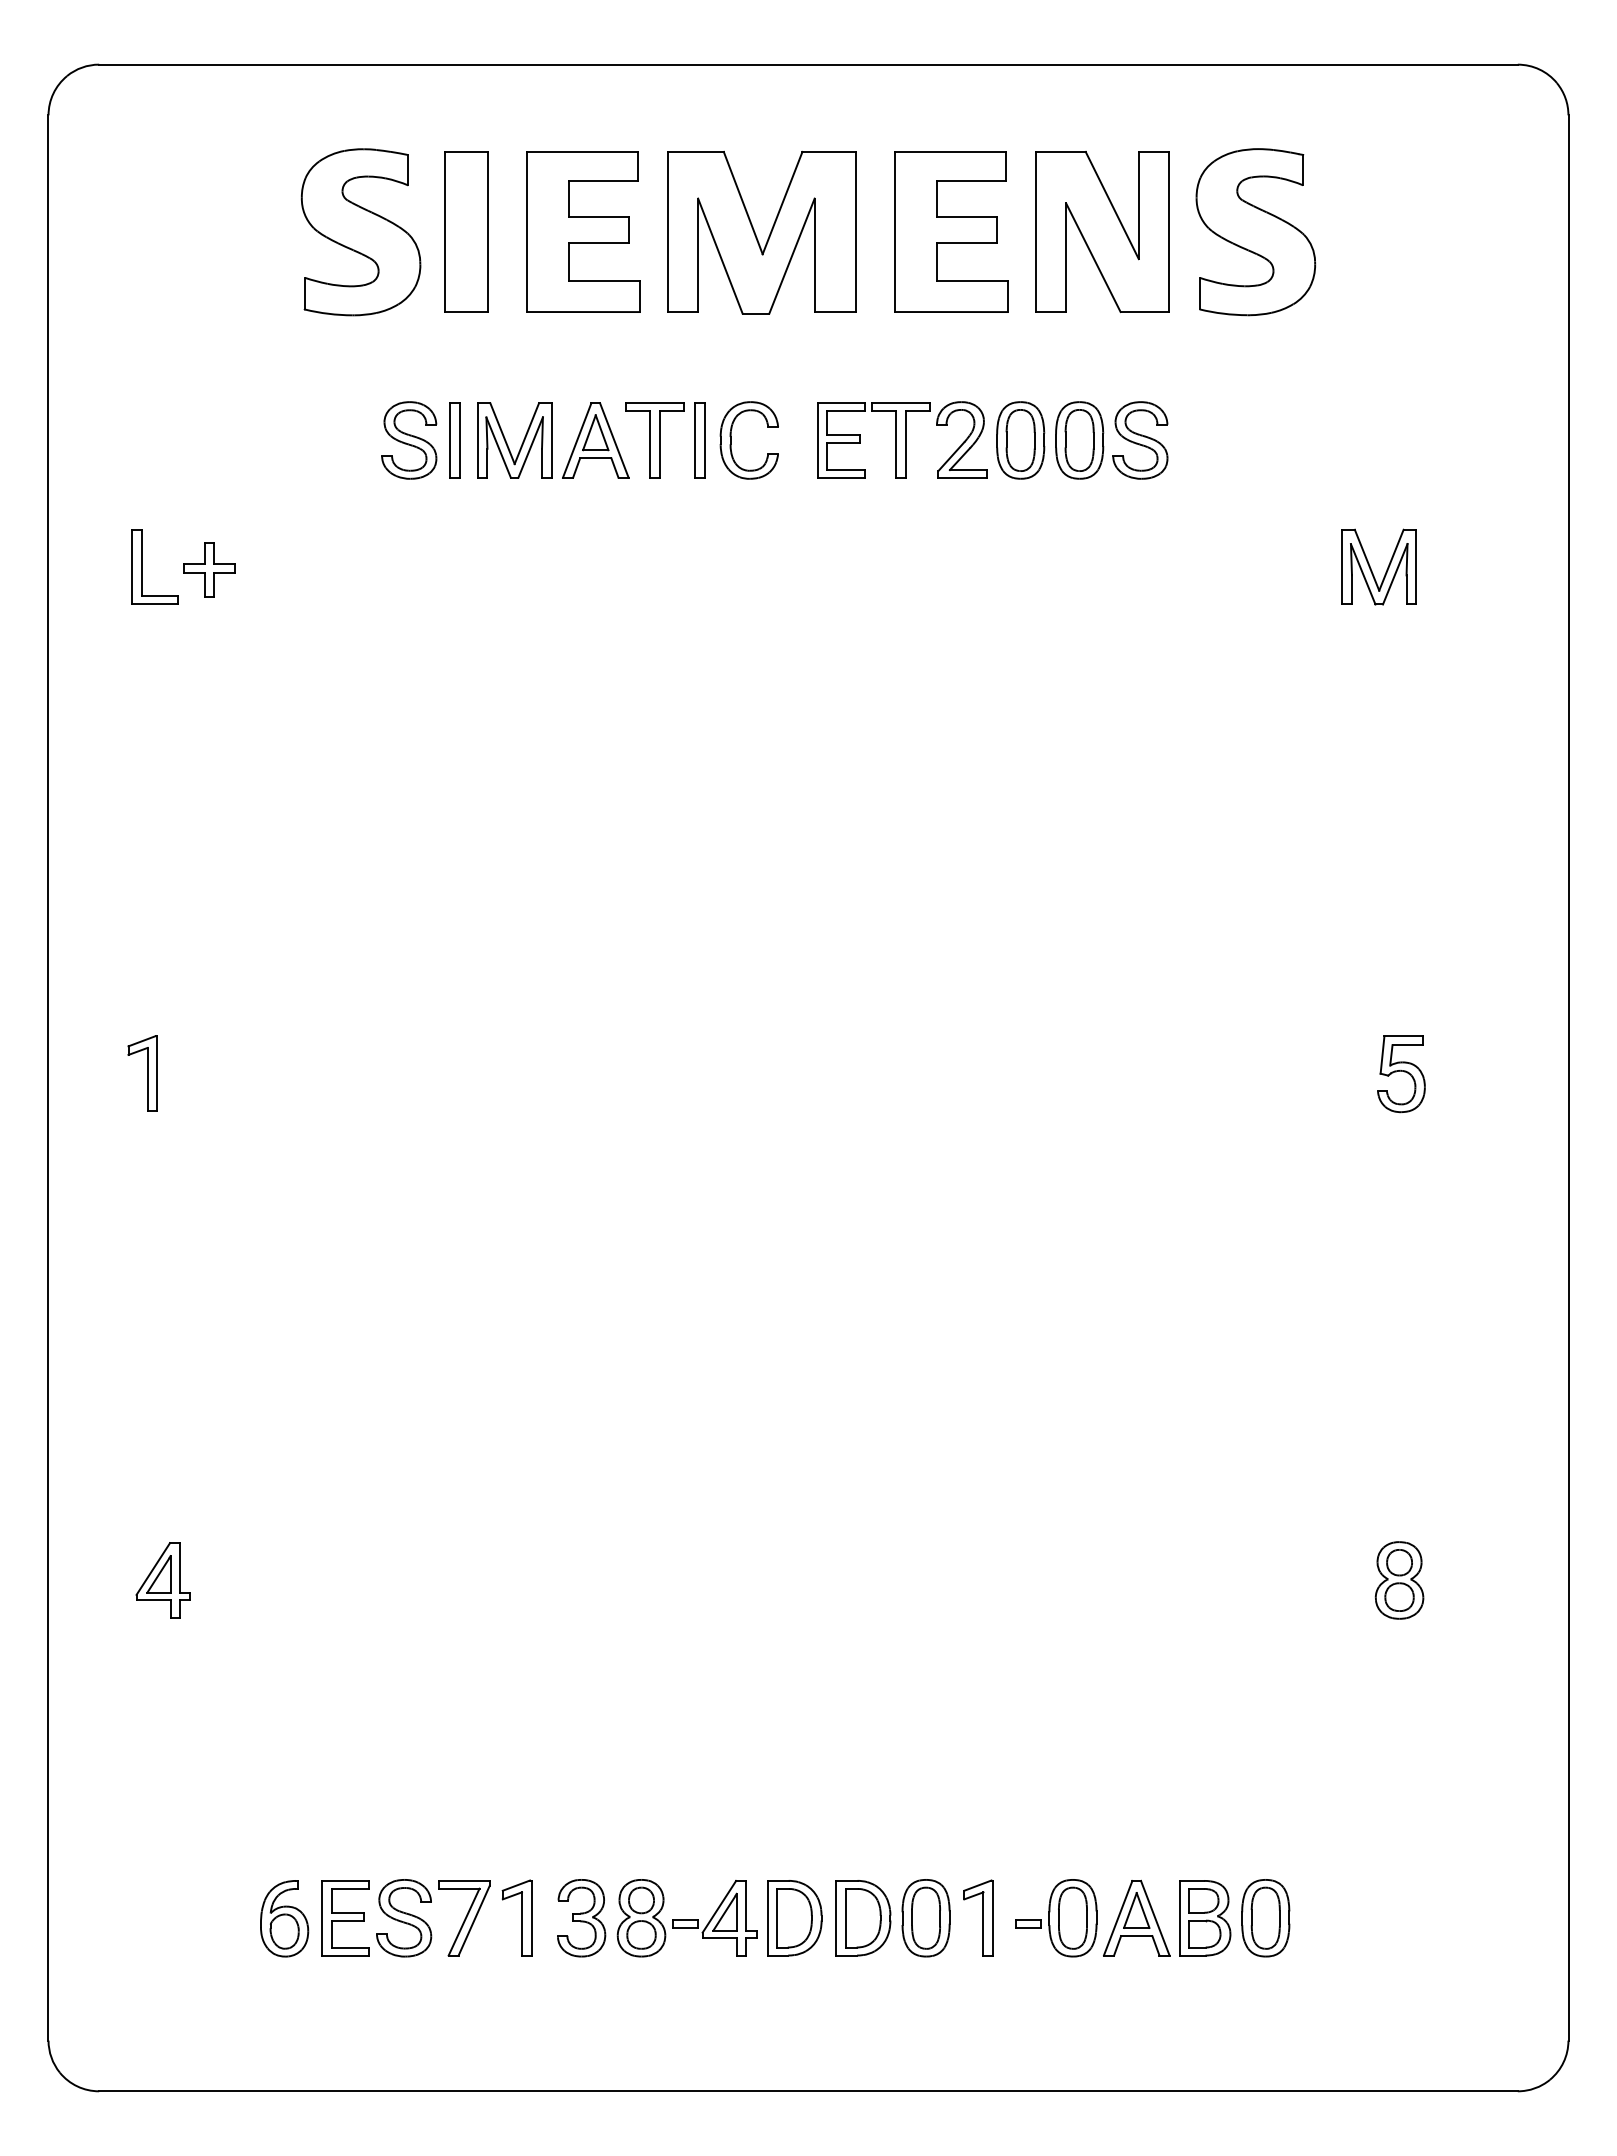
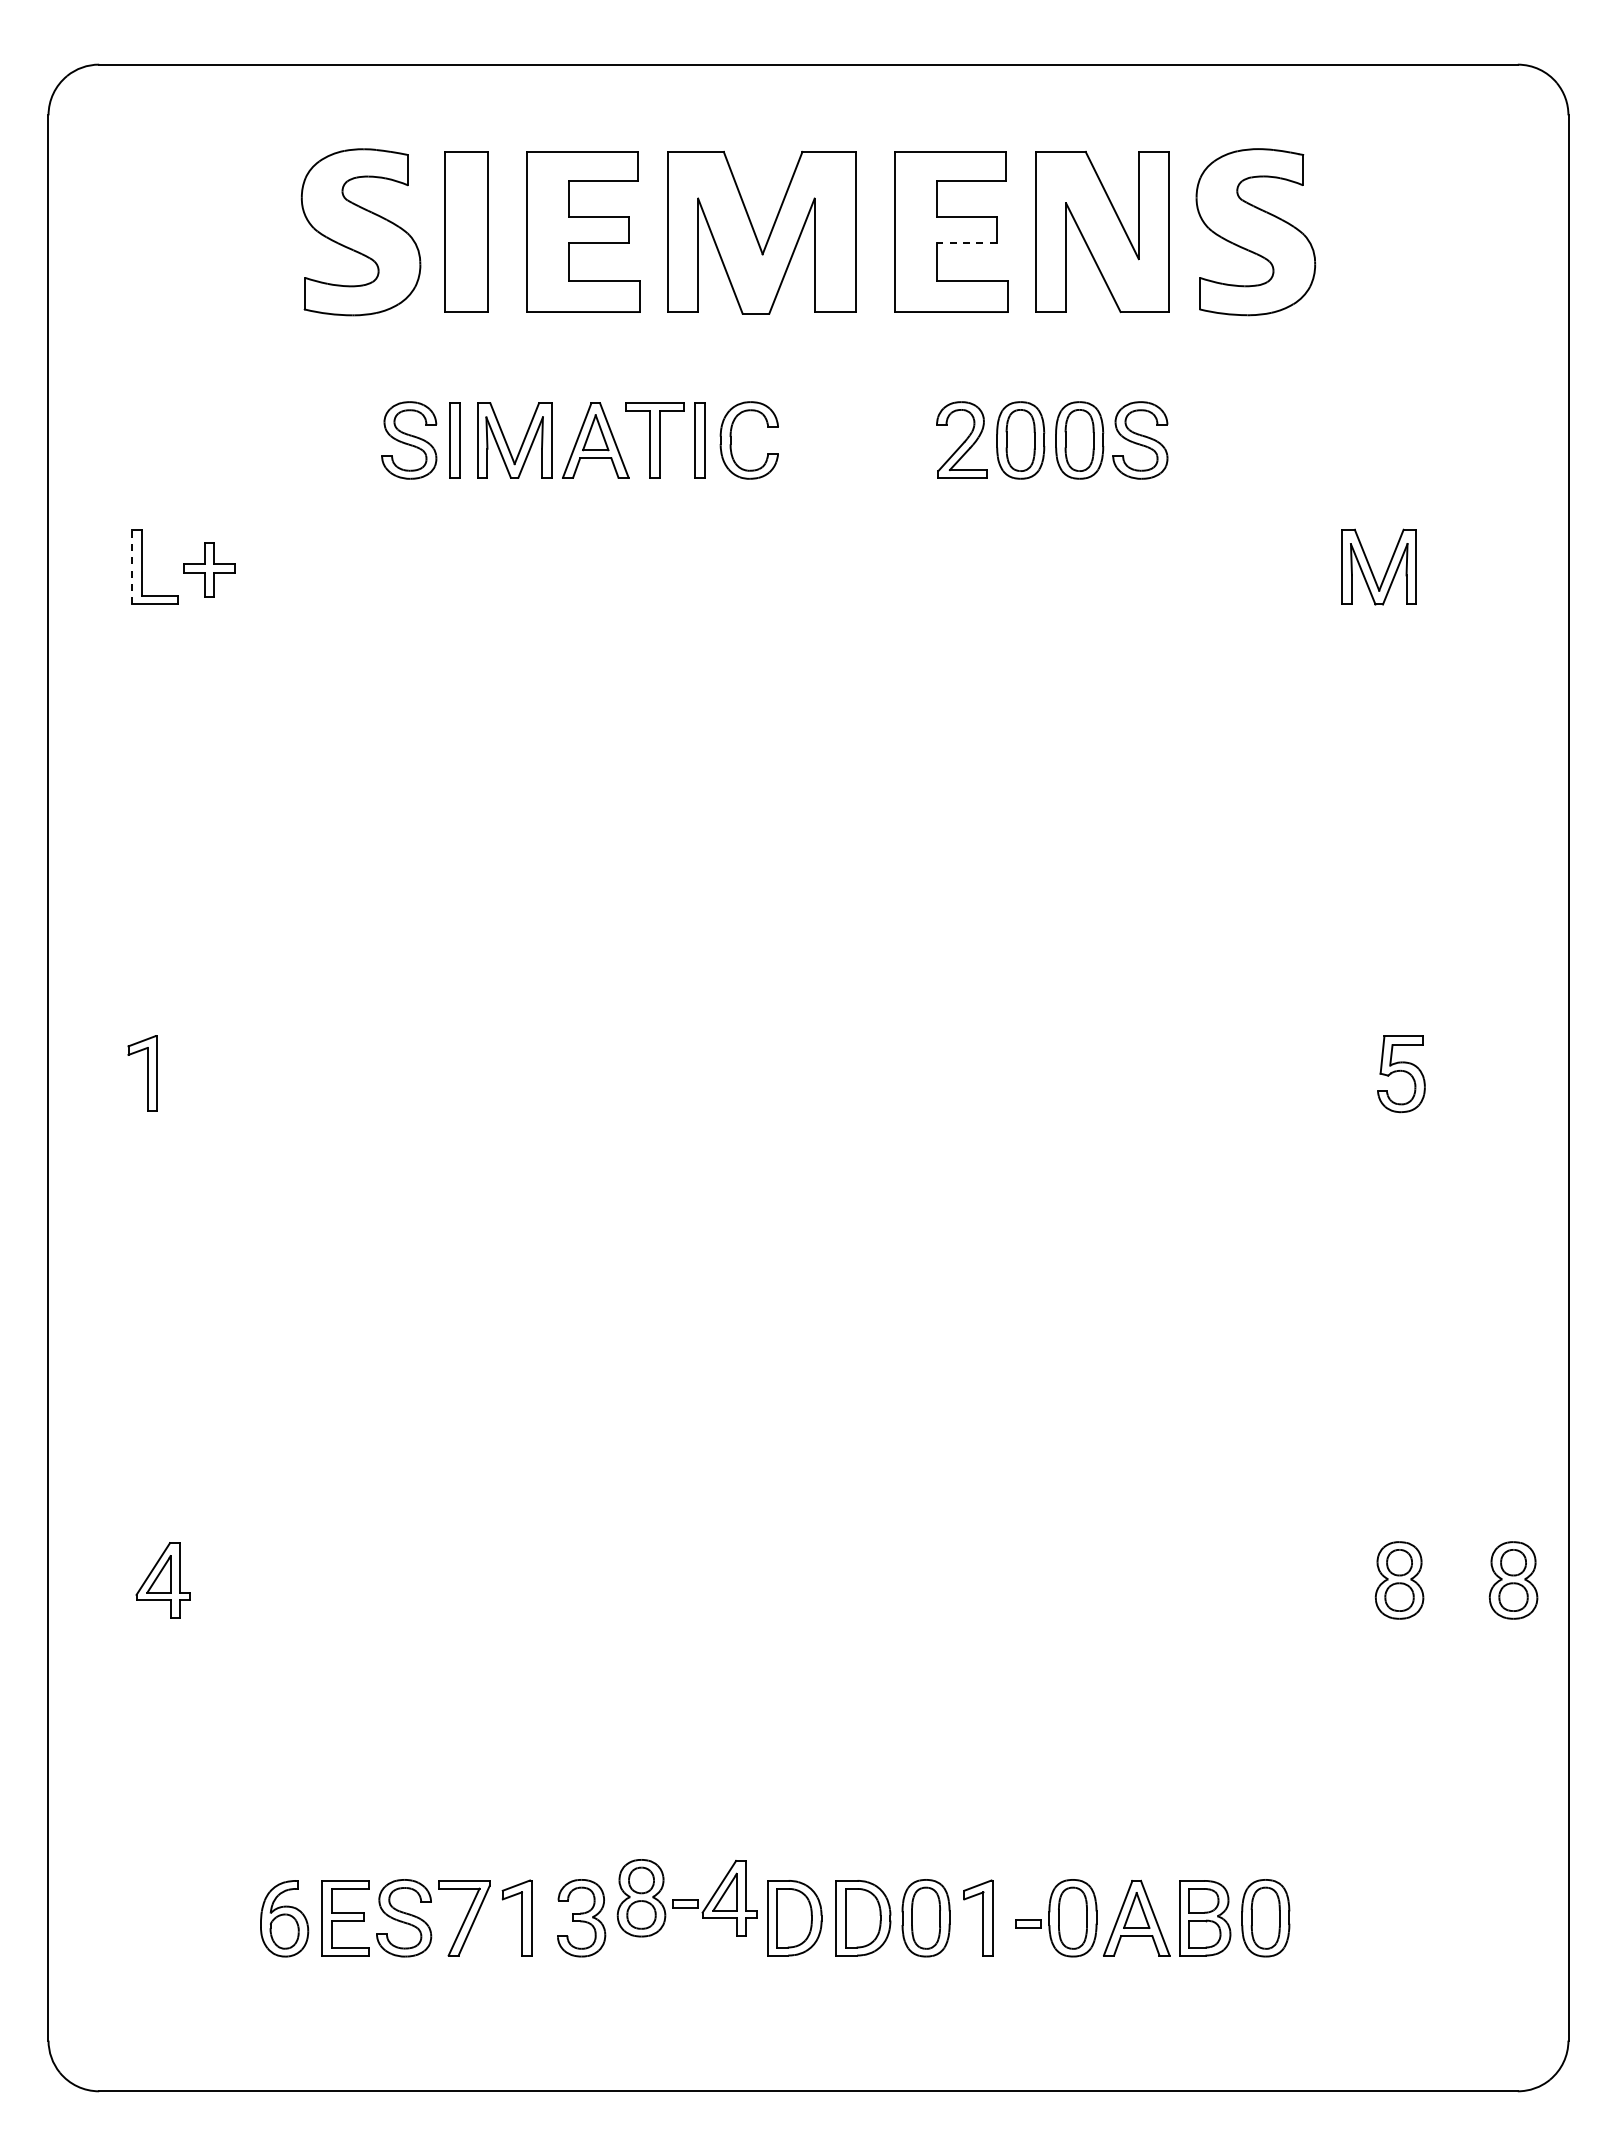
line at (966, 243): solid -> dashed
part at (860, 440): present -> none
line at (132, 566): solid -> dashed
part at (1513, 1580): none -> present
part at (686, 1918) position: (686, 1918) -> (686, 1898)
